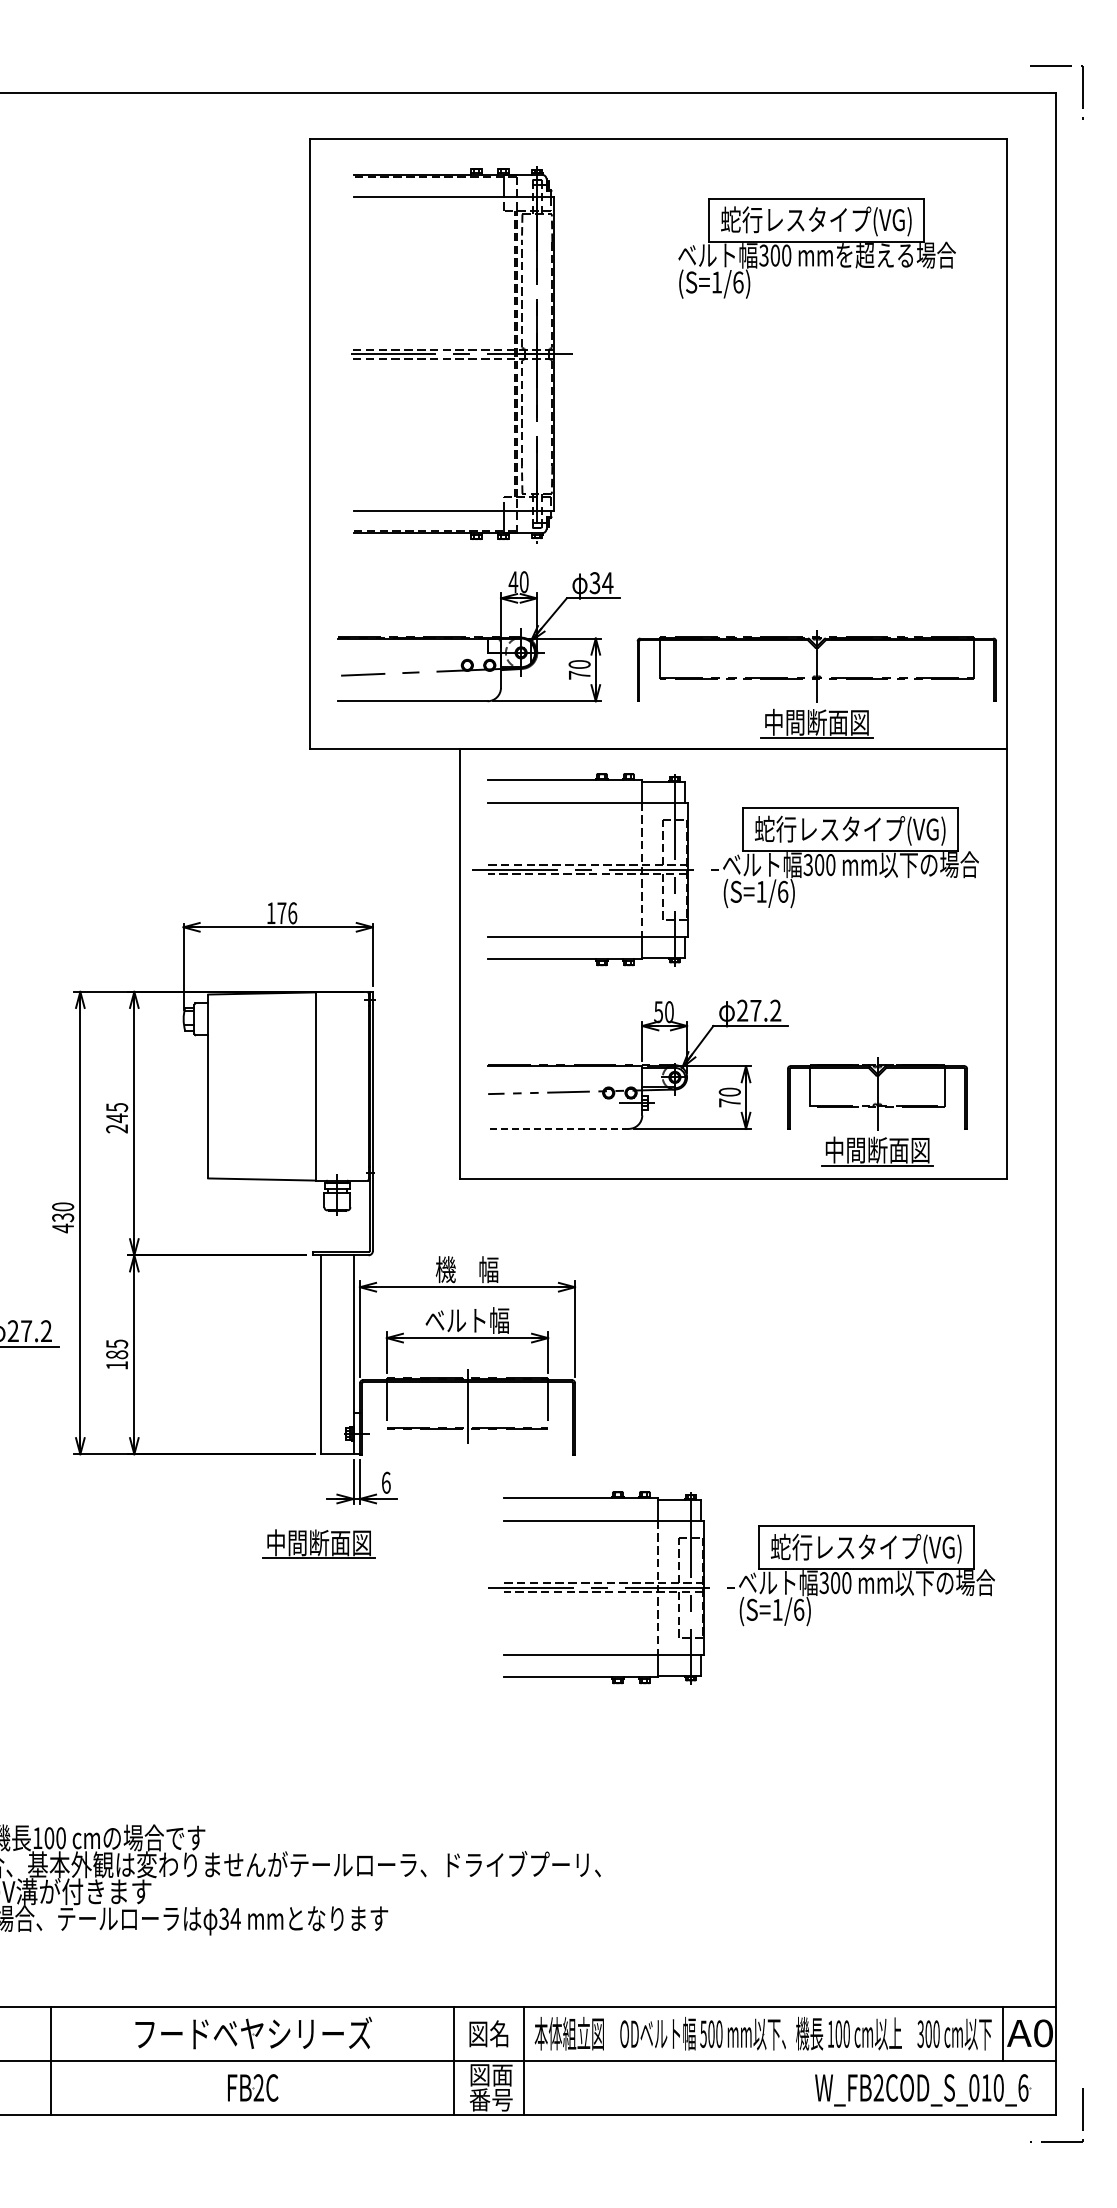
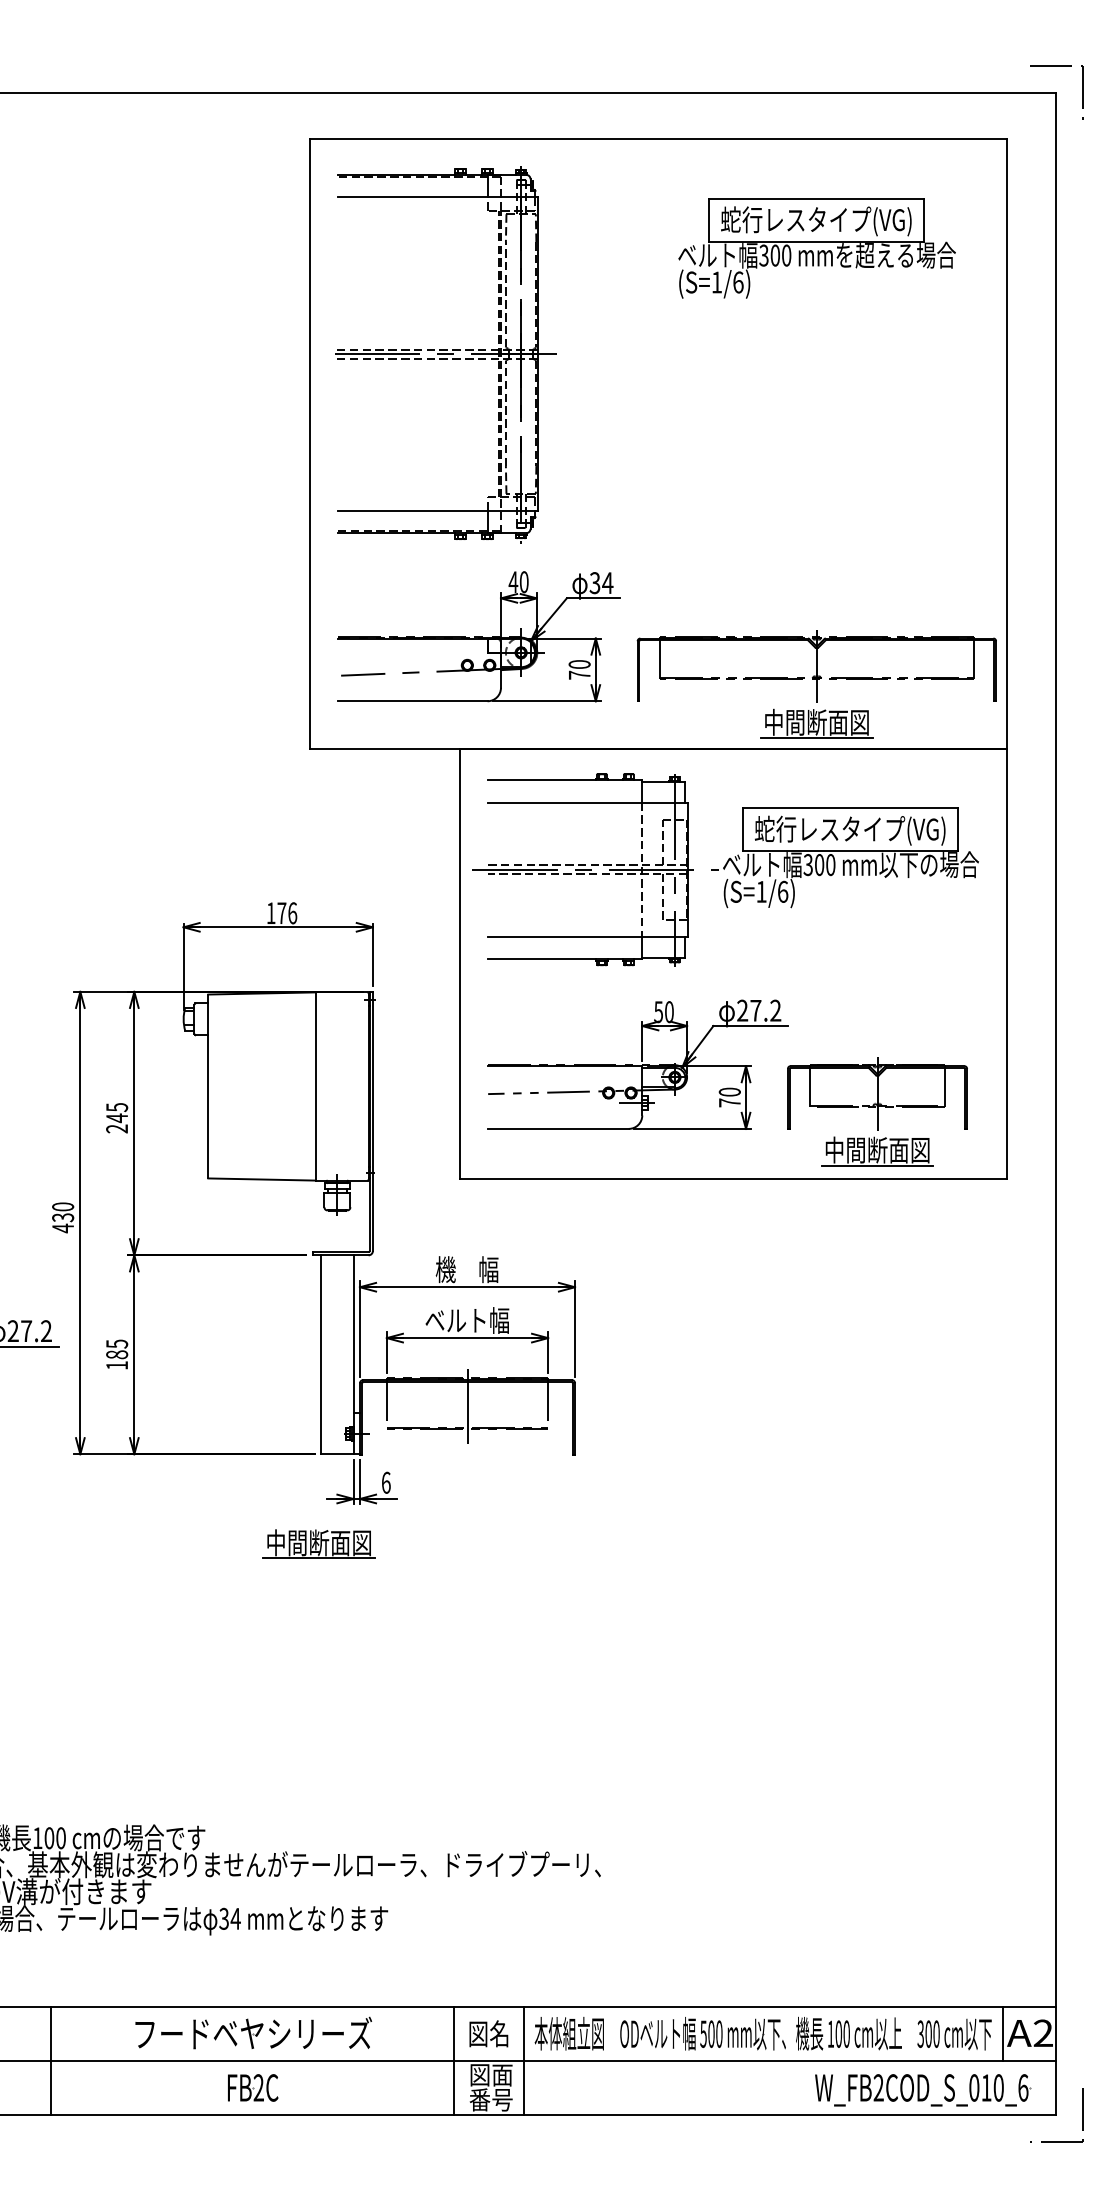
part at (461, 354) position: (461, 354) -> (445, 354)
line at (557, 1128): dashed -> solid
part at (741, 1587): present -> none
text at (1042, 2033): A0 -> A2
